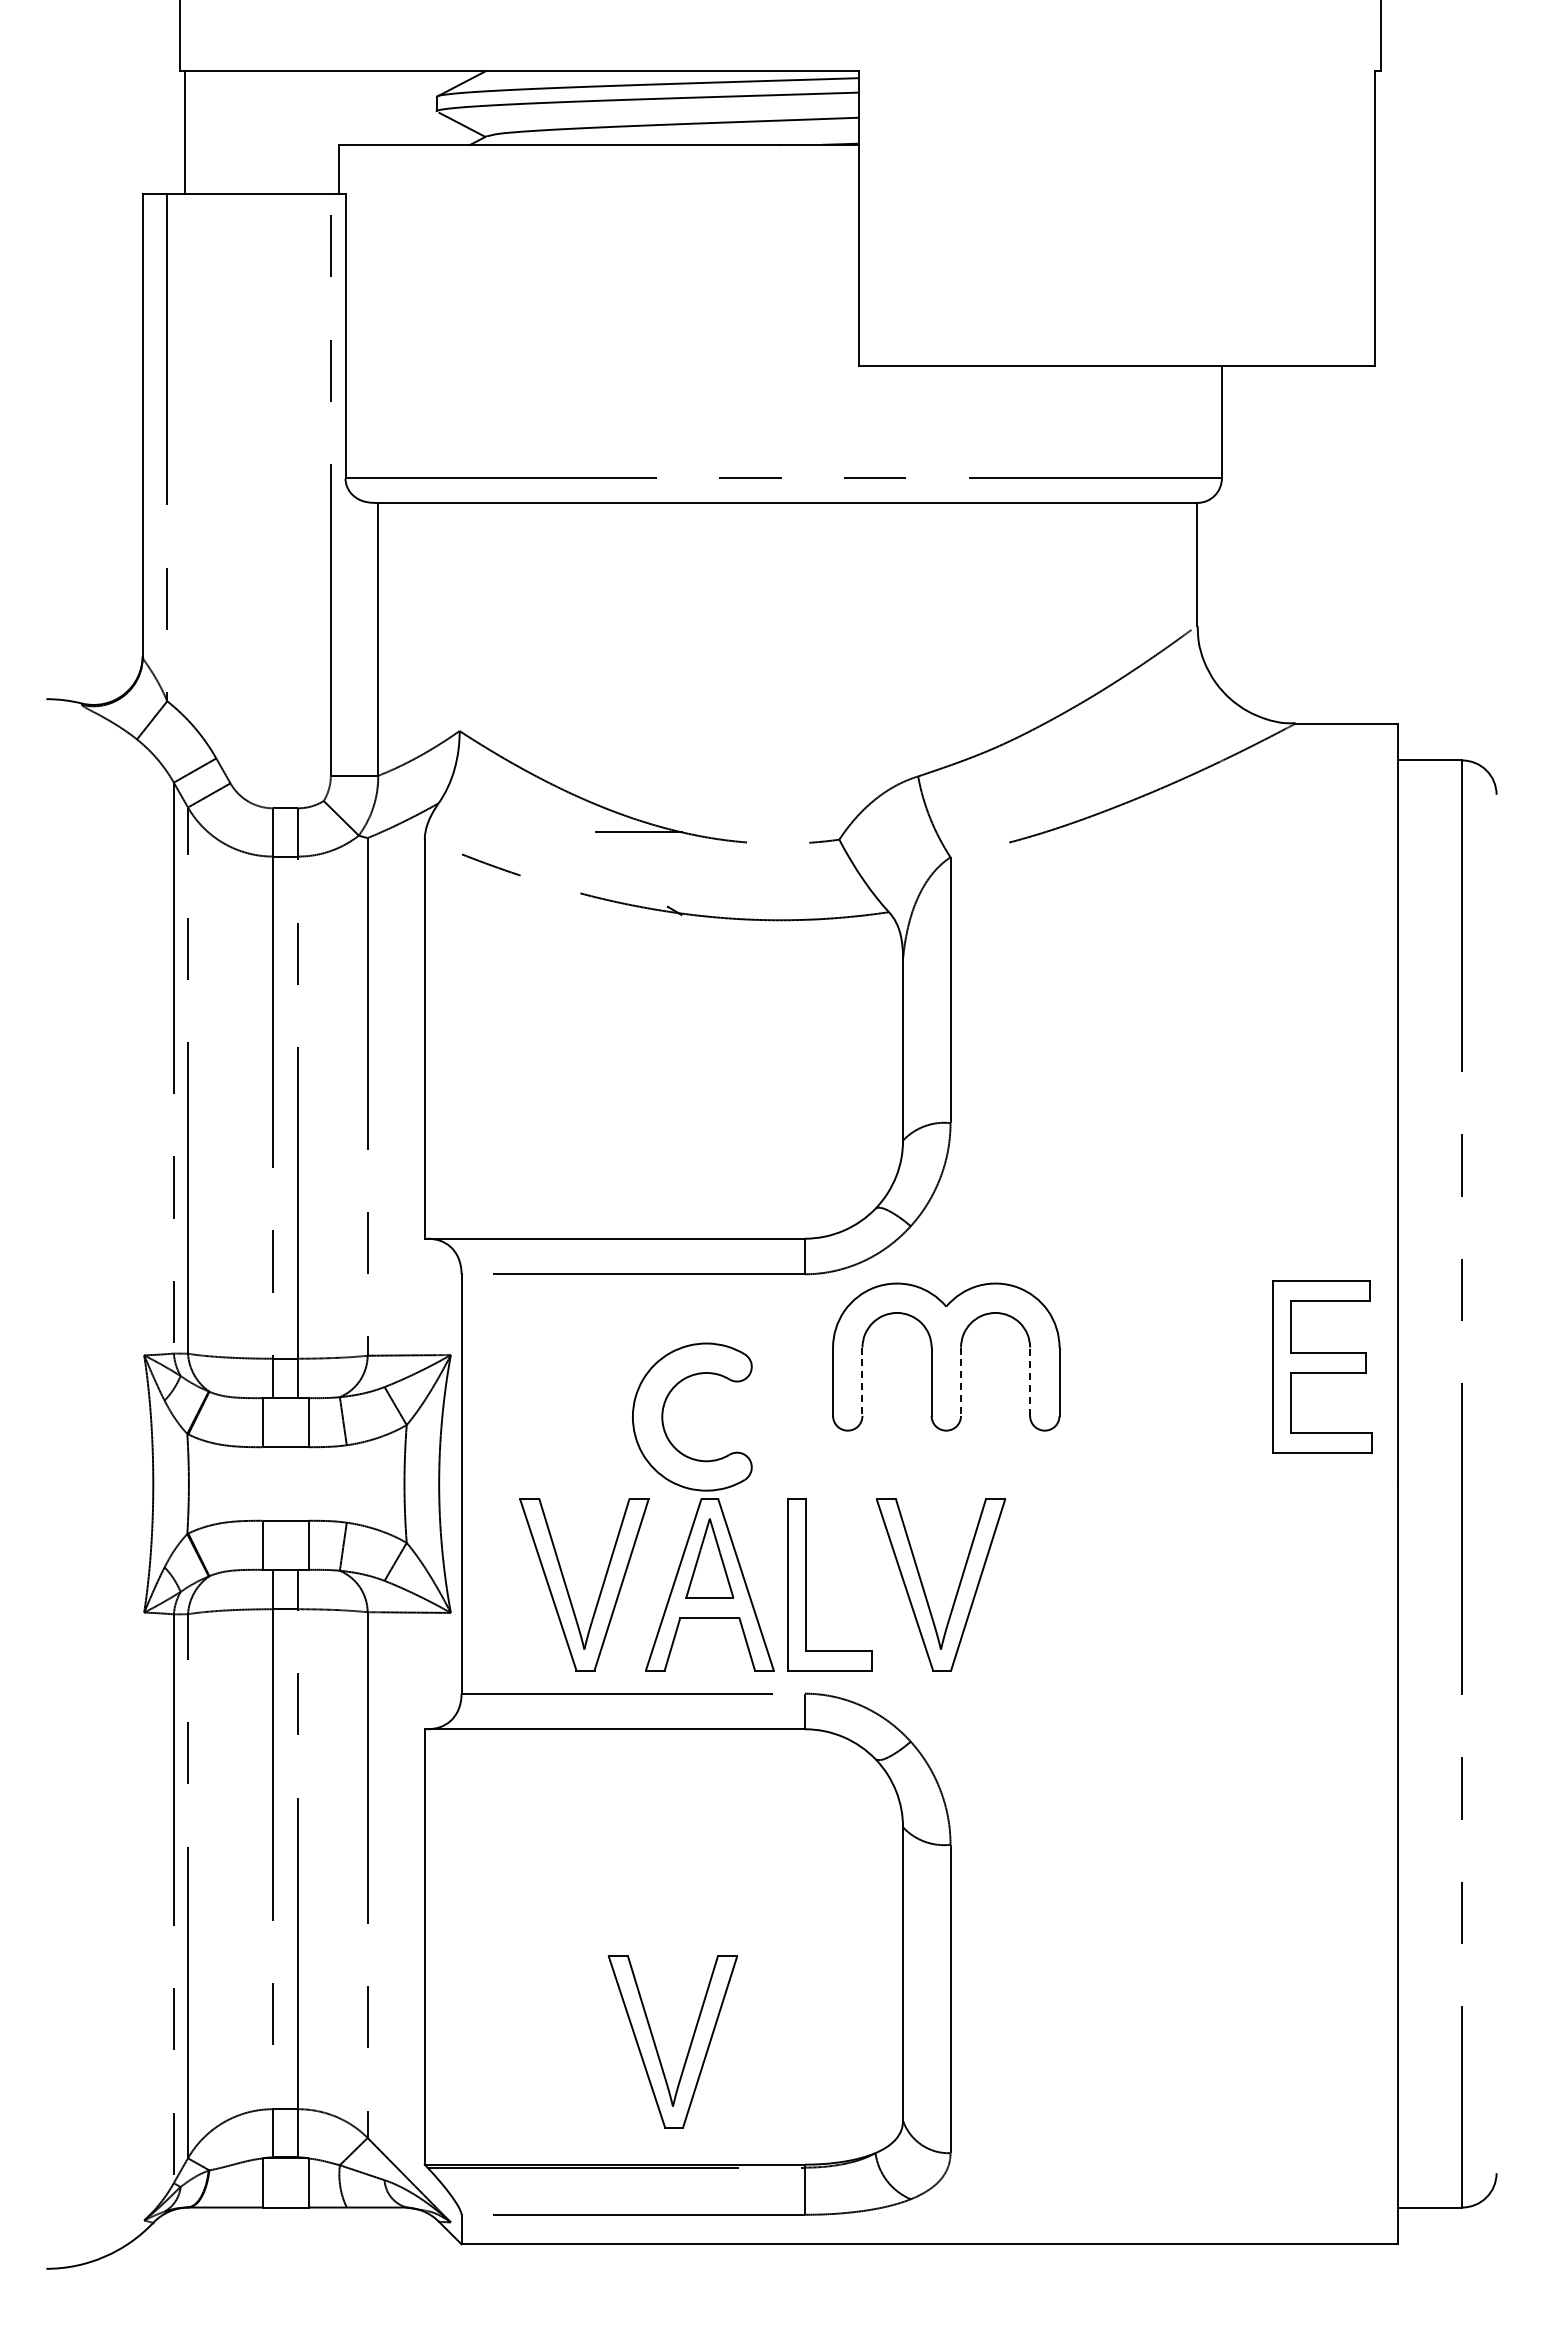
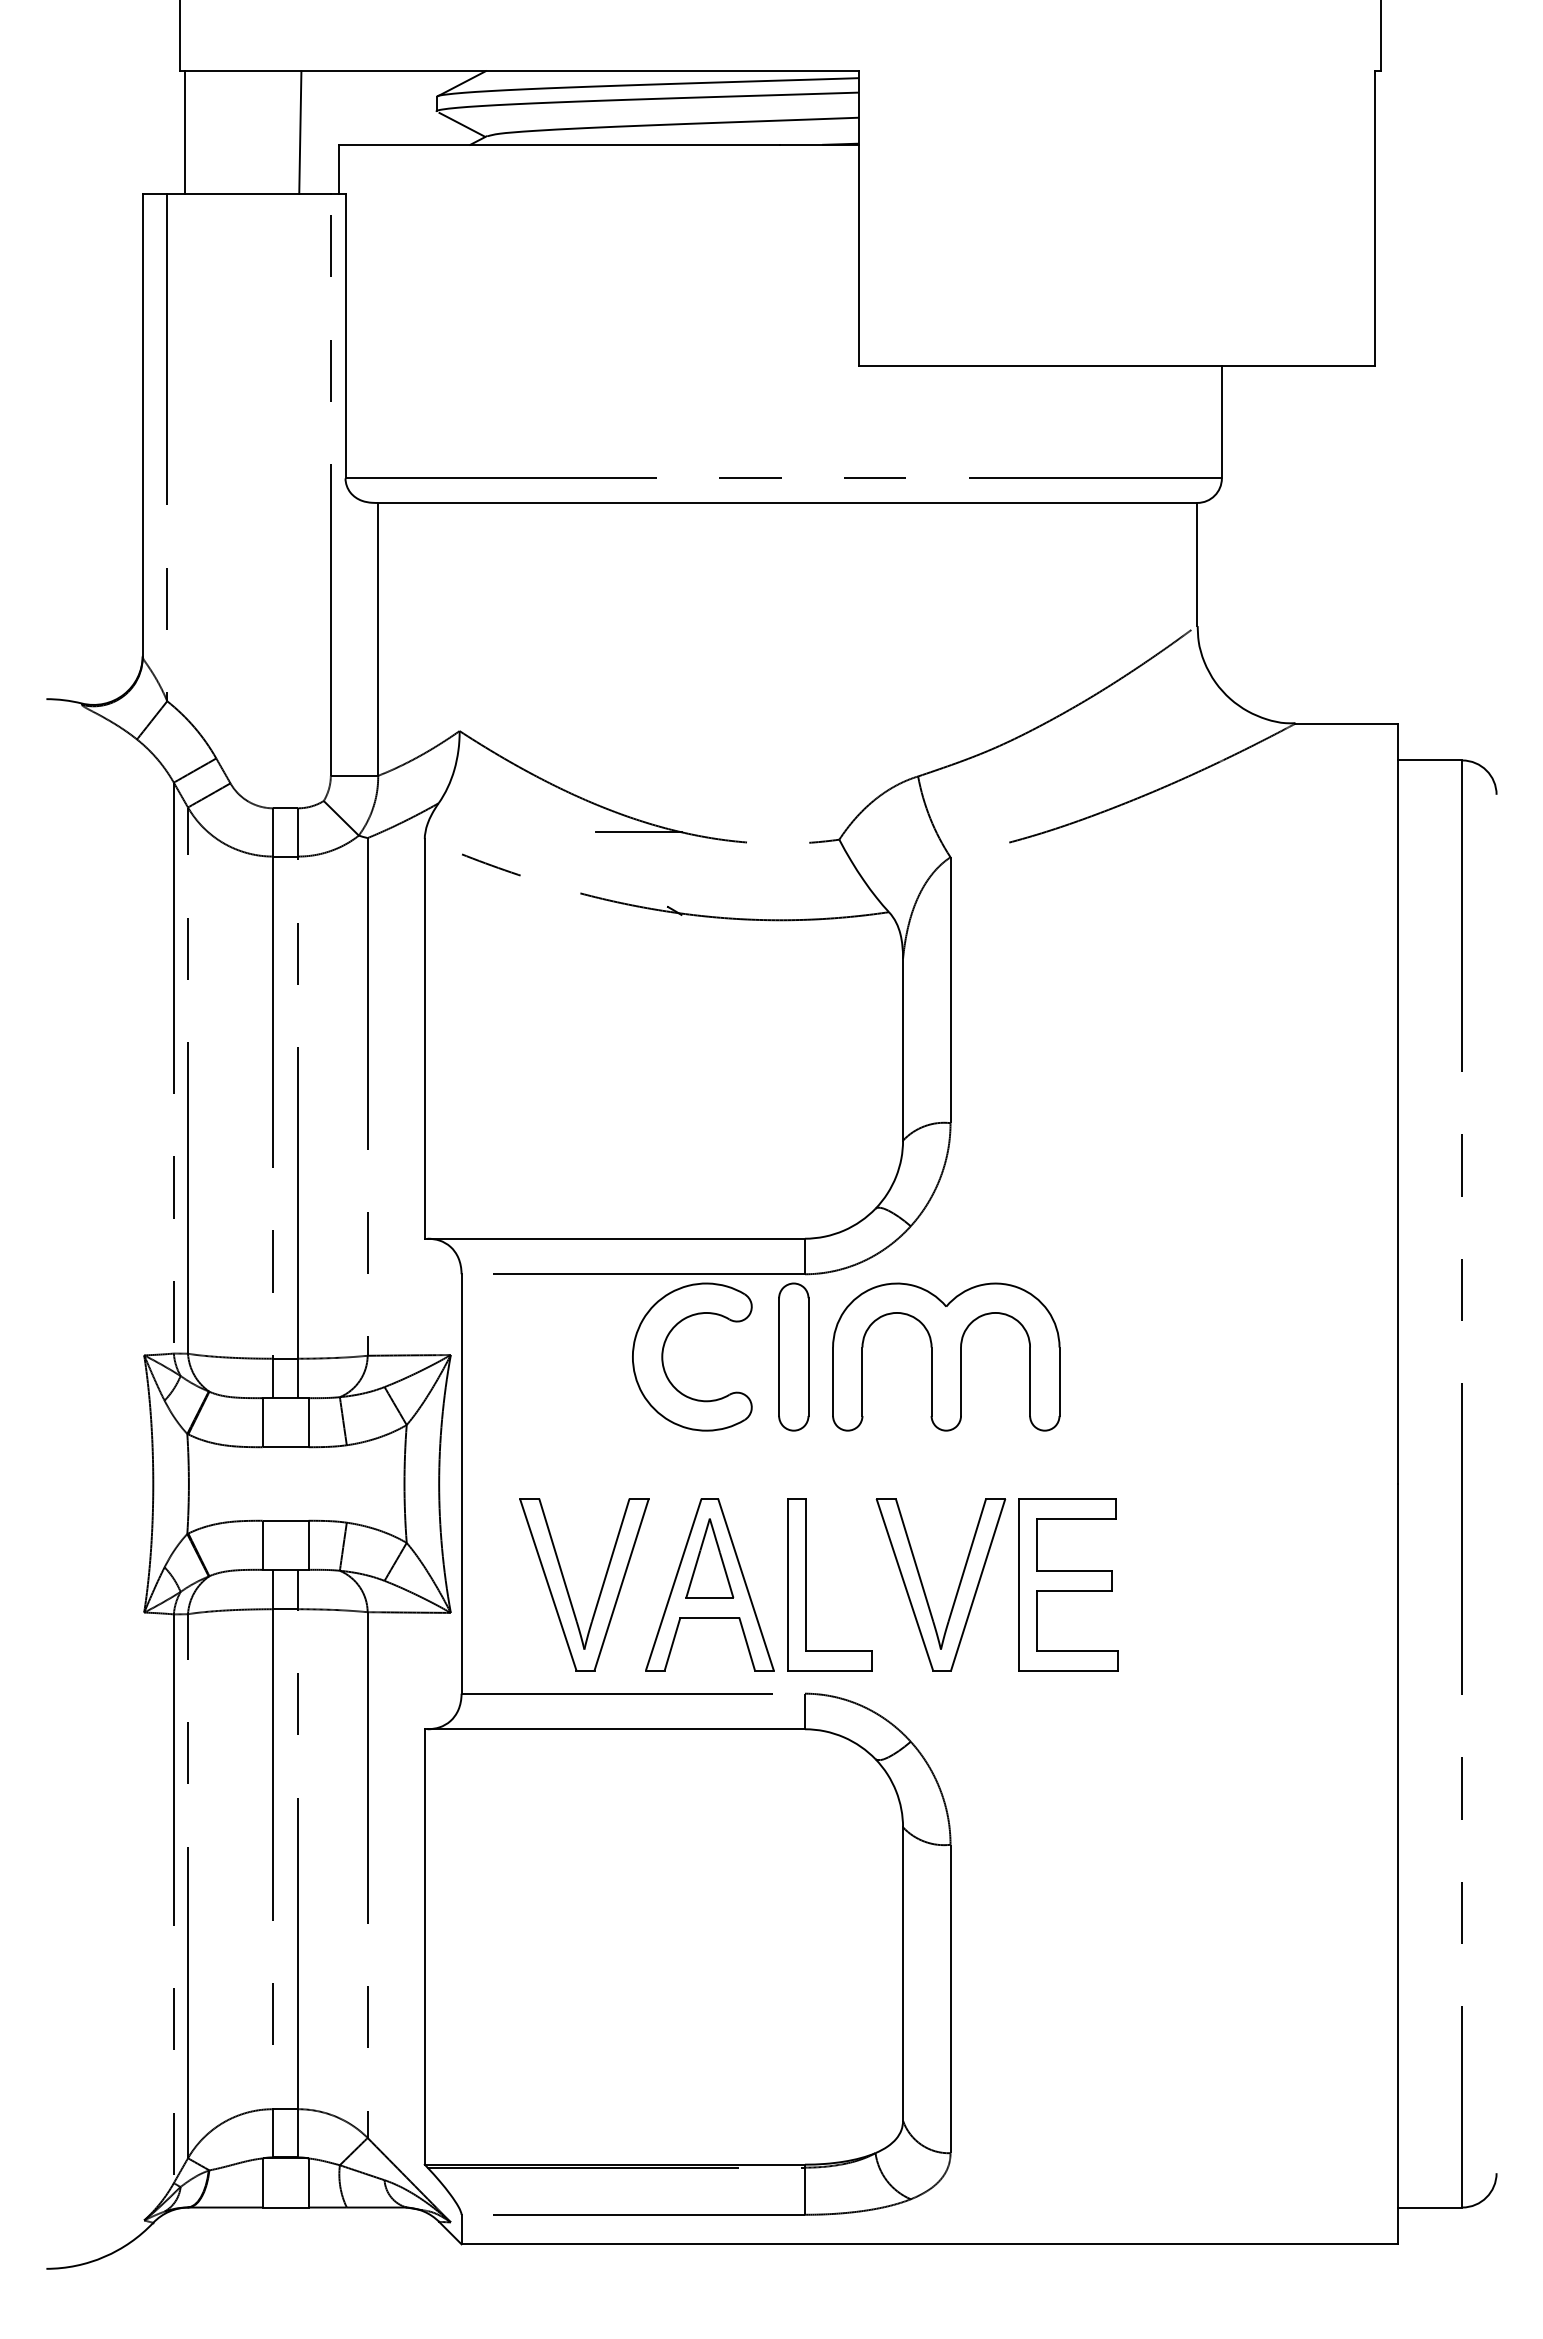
line at (300, 132): none -> present
part at (793, 1356): none -> present
part at (1322, 1366) position: (1322, 1366) -> (1068, 1584)
line at (1030, 1381): dashed -> solid
line at (862, 1382): dashed -> solid
line at (961, 1382): dashed -> solid
part at (663, 1416) position: (663, 1416) -> (663, 1356)
part at (656, 2045): present -> none
